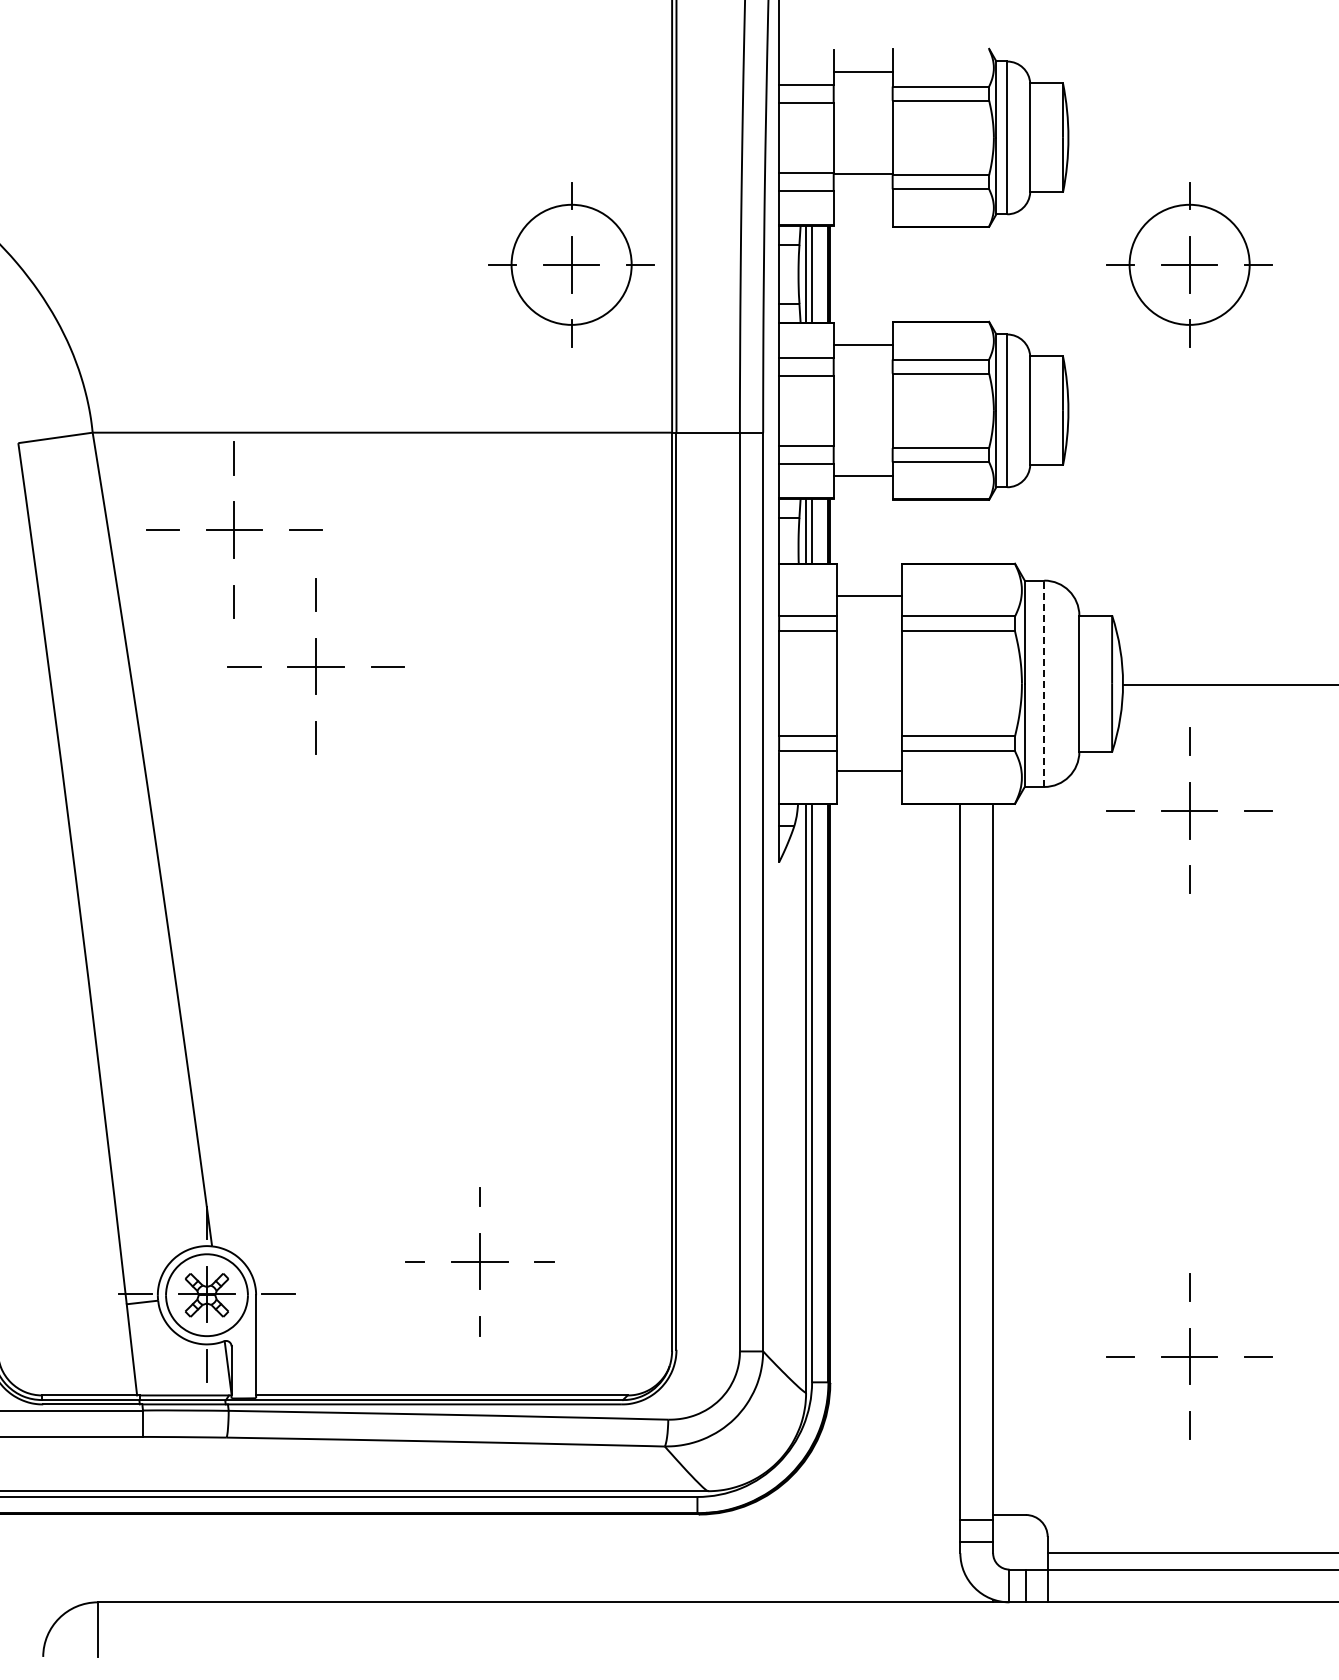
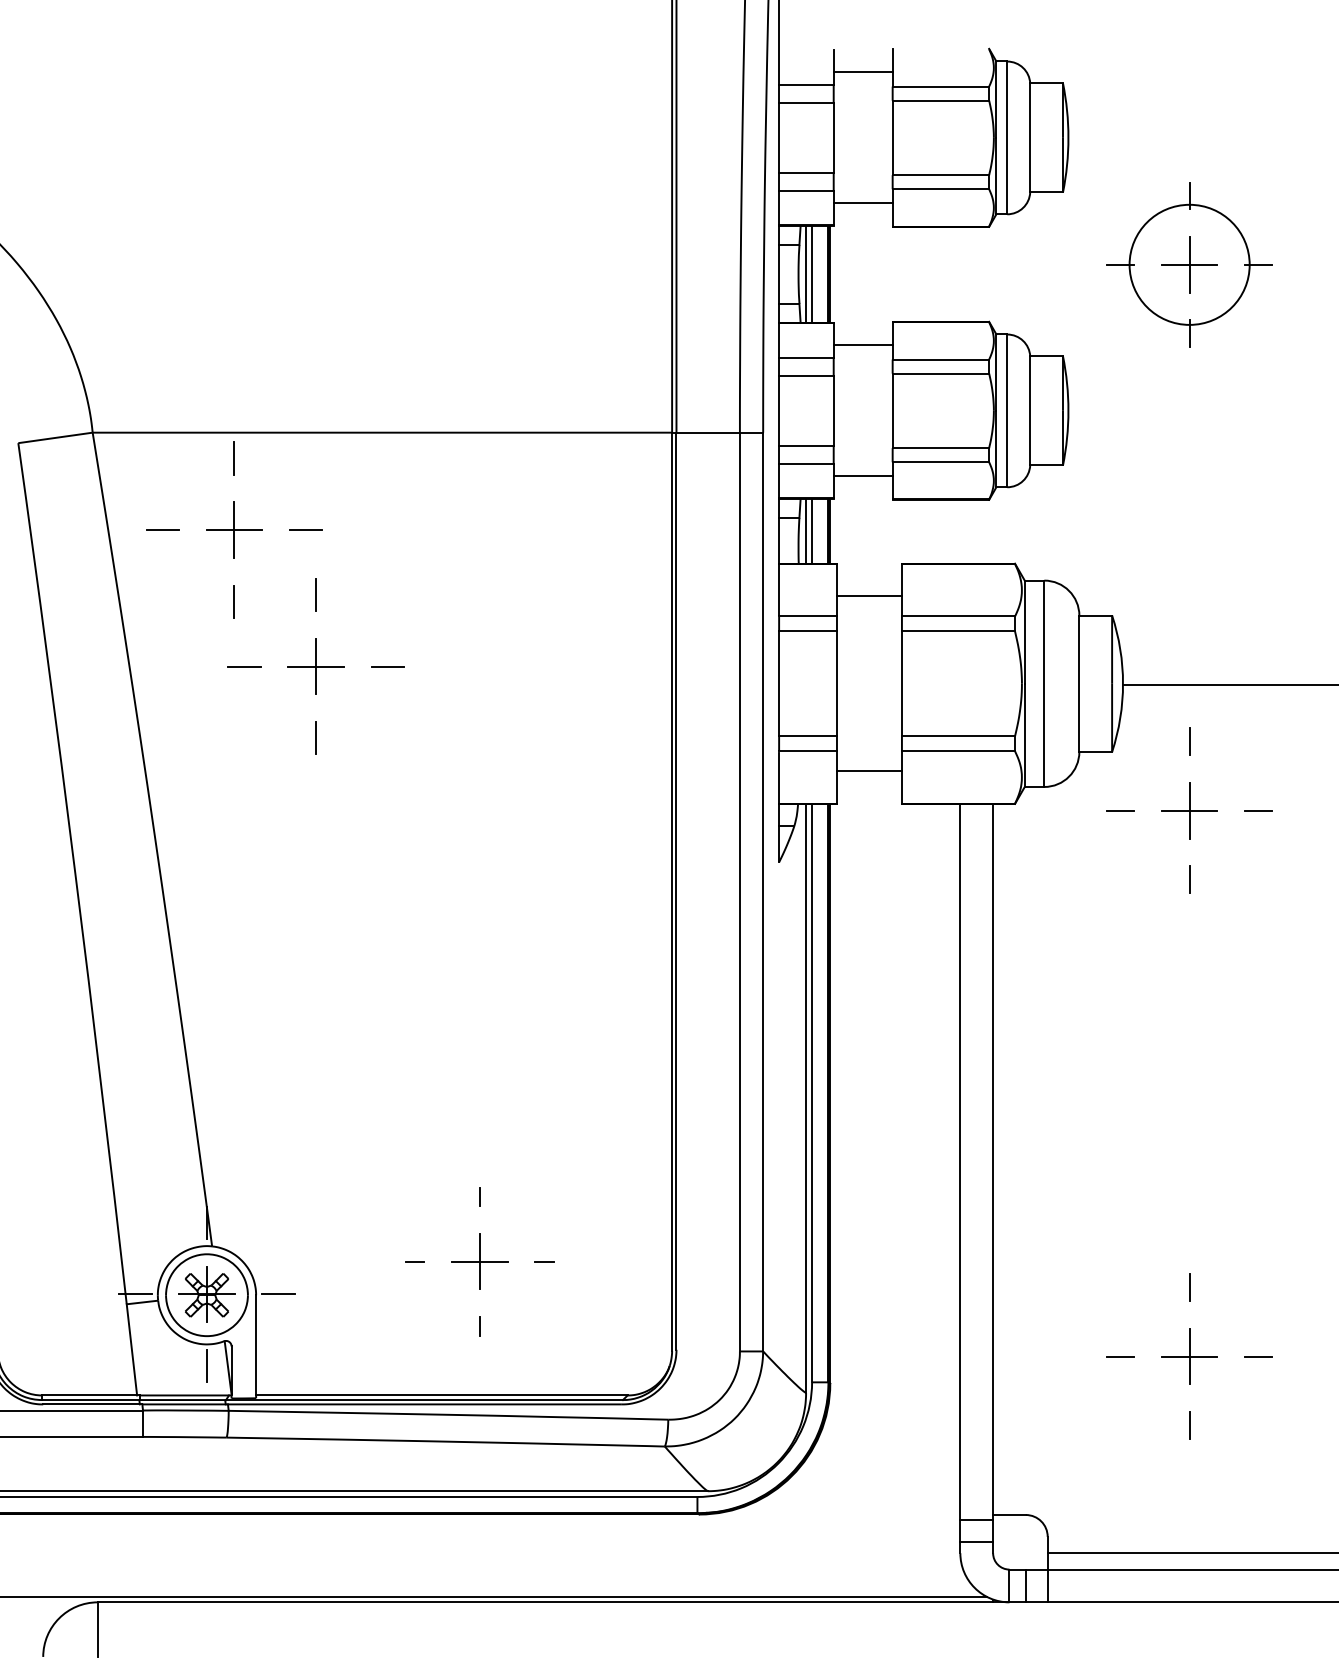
line at (862, 174) position: (862, 174) -> (862, 203)
part at (571, 264): present -> none
line at (1044, 683): dashed -> solid
line at (494, 1596): none -> present
